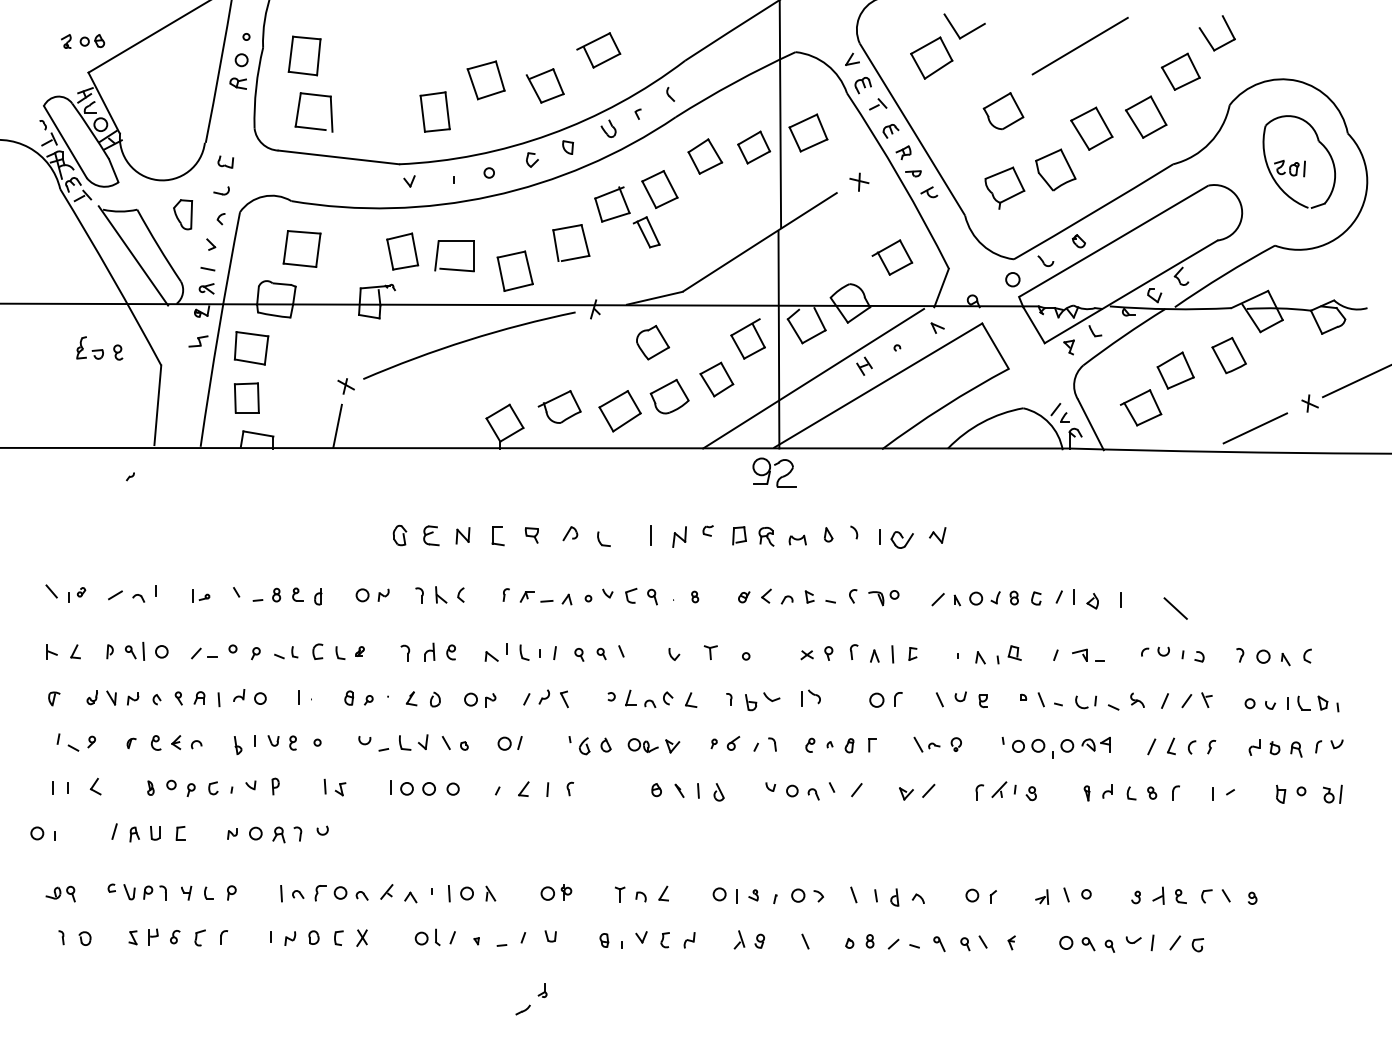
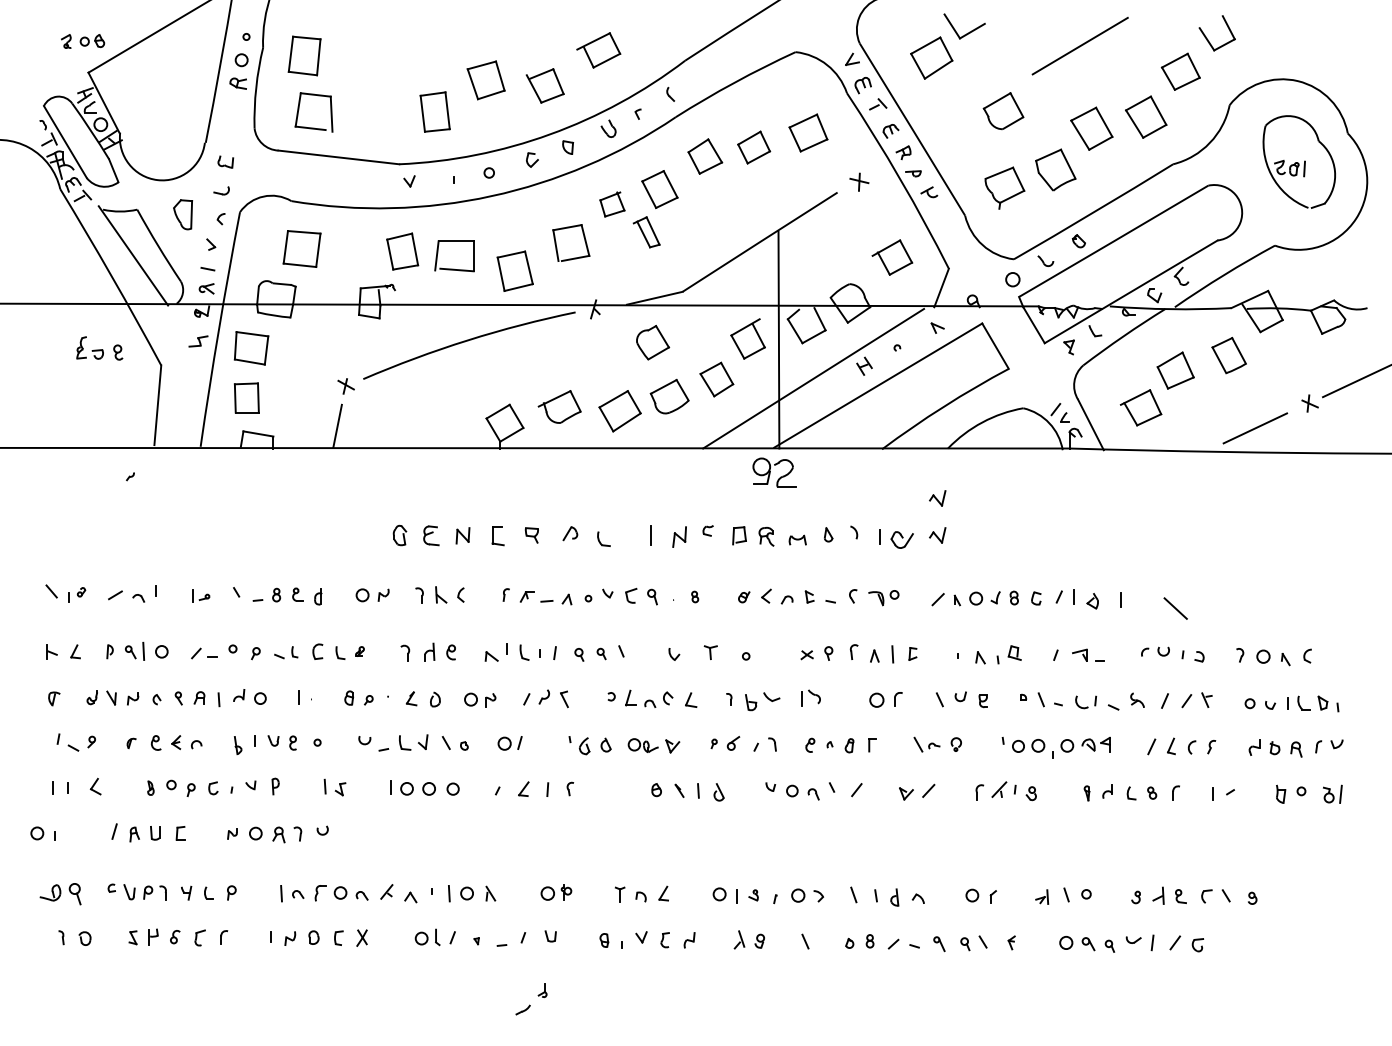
line at (780, 114): present -> none
part at (612, 204) size: 37x37 px -> 27x27 px
part at (937, 498): none -> present
part at (60, 893) size: 31x18 px -> 43x23 px
